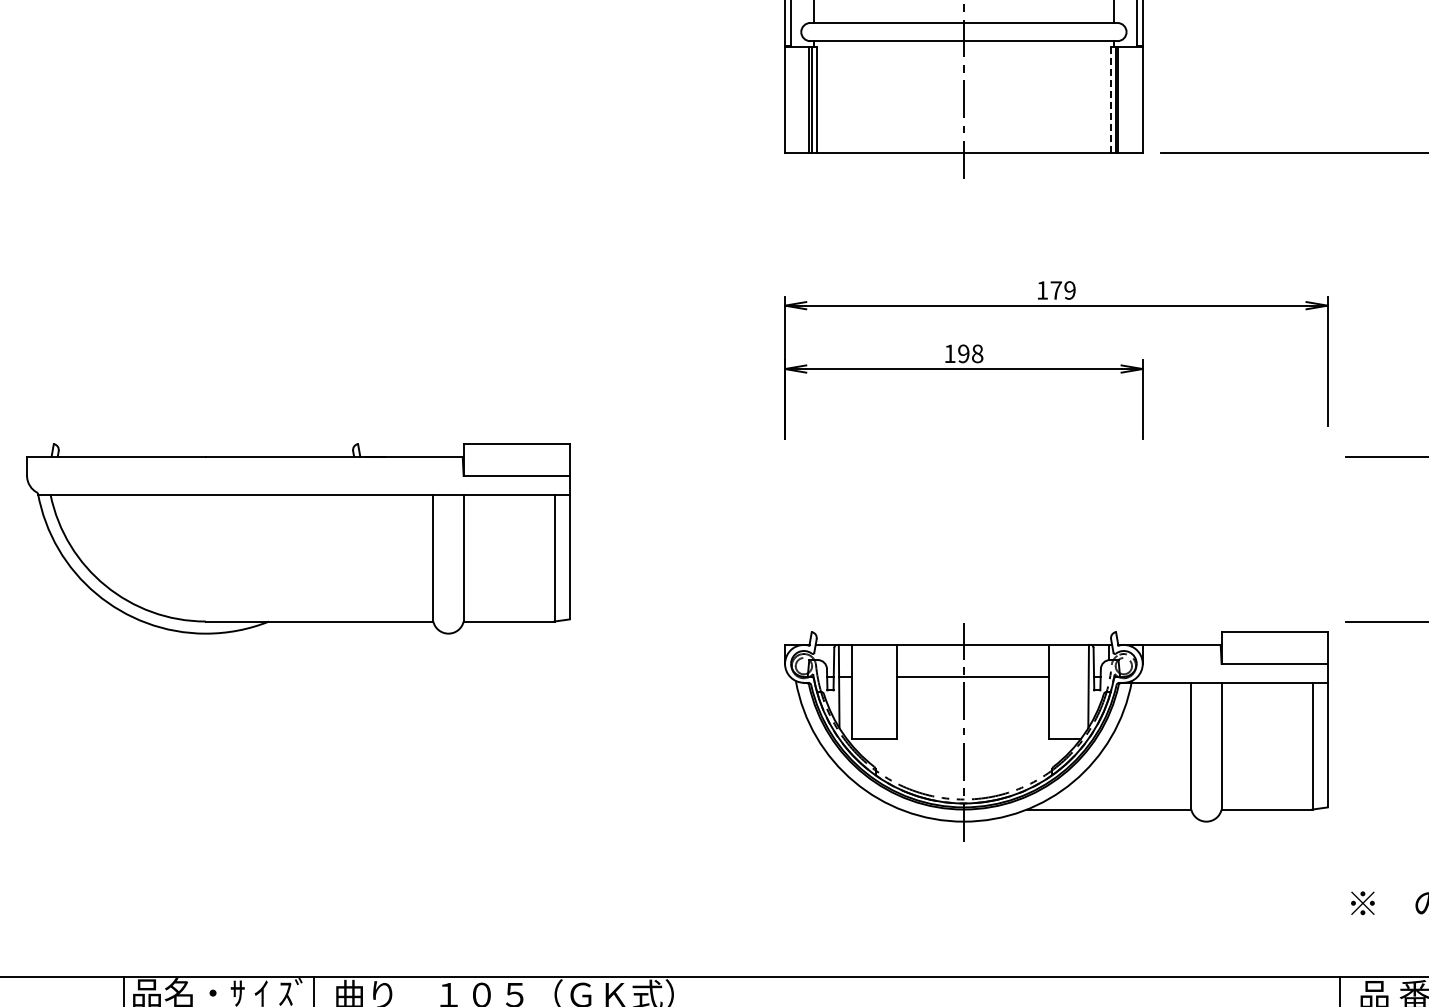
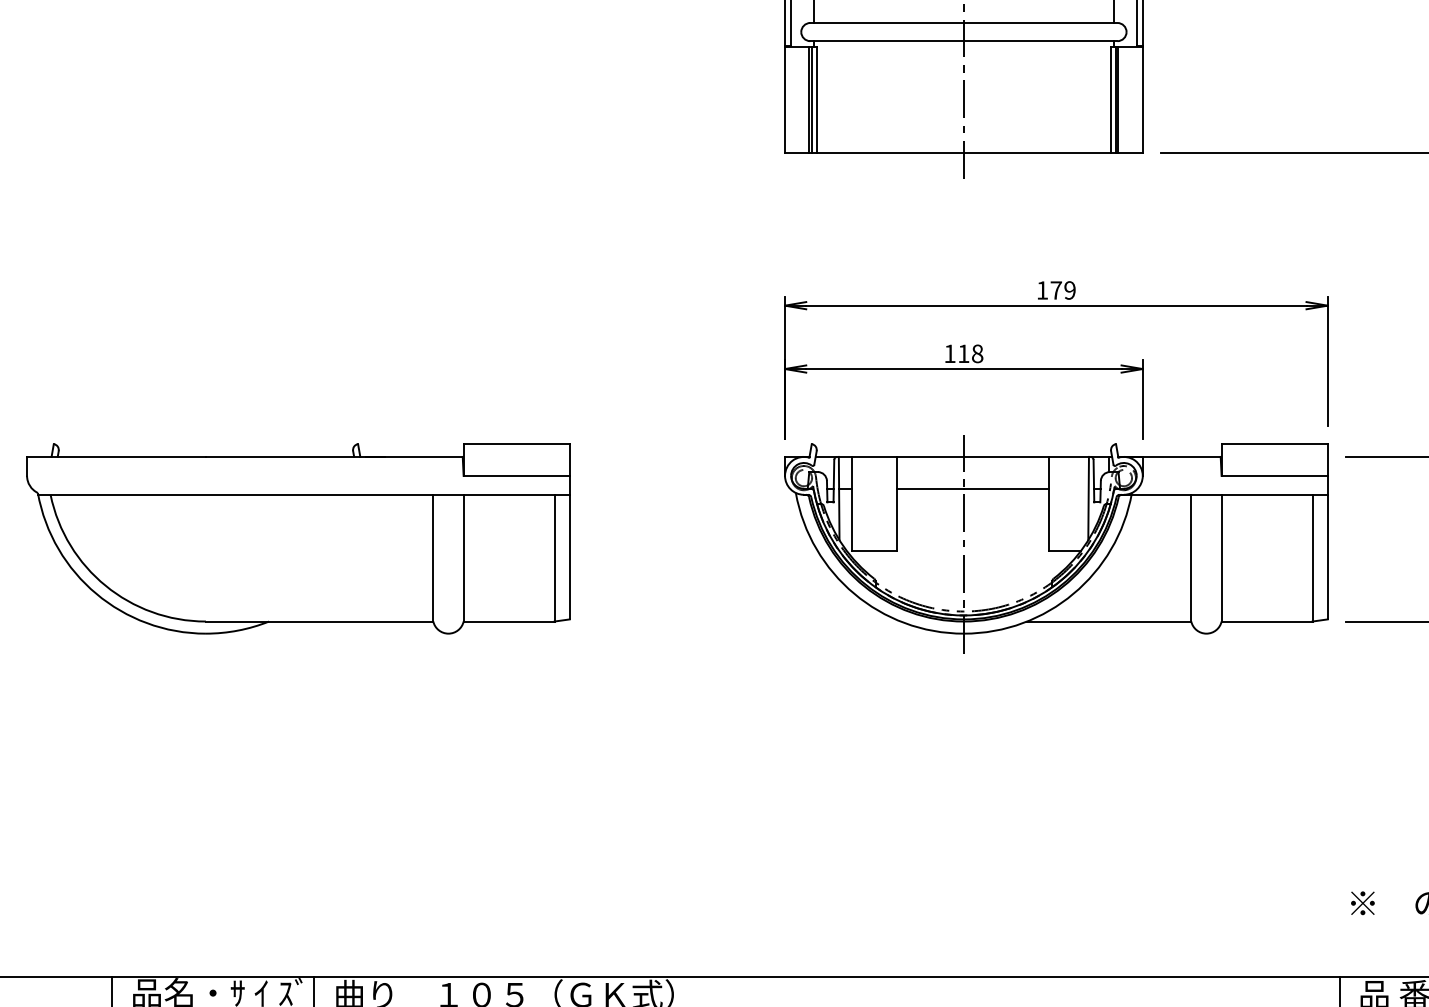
line at (1111, 99): dashed -> solid
text at (963, 353): 198 -> 118
part at (1056, 732) position: (1056, 732) -> (1056, 544)
line at (124, 989) position: (124, 989) -> (112, 989)
